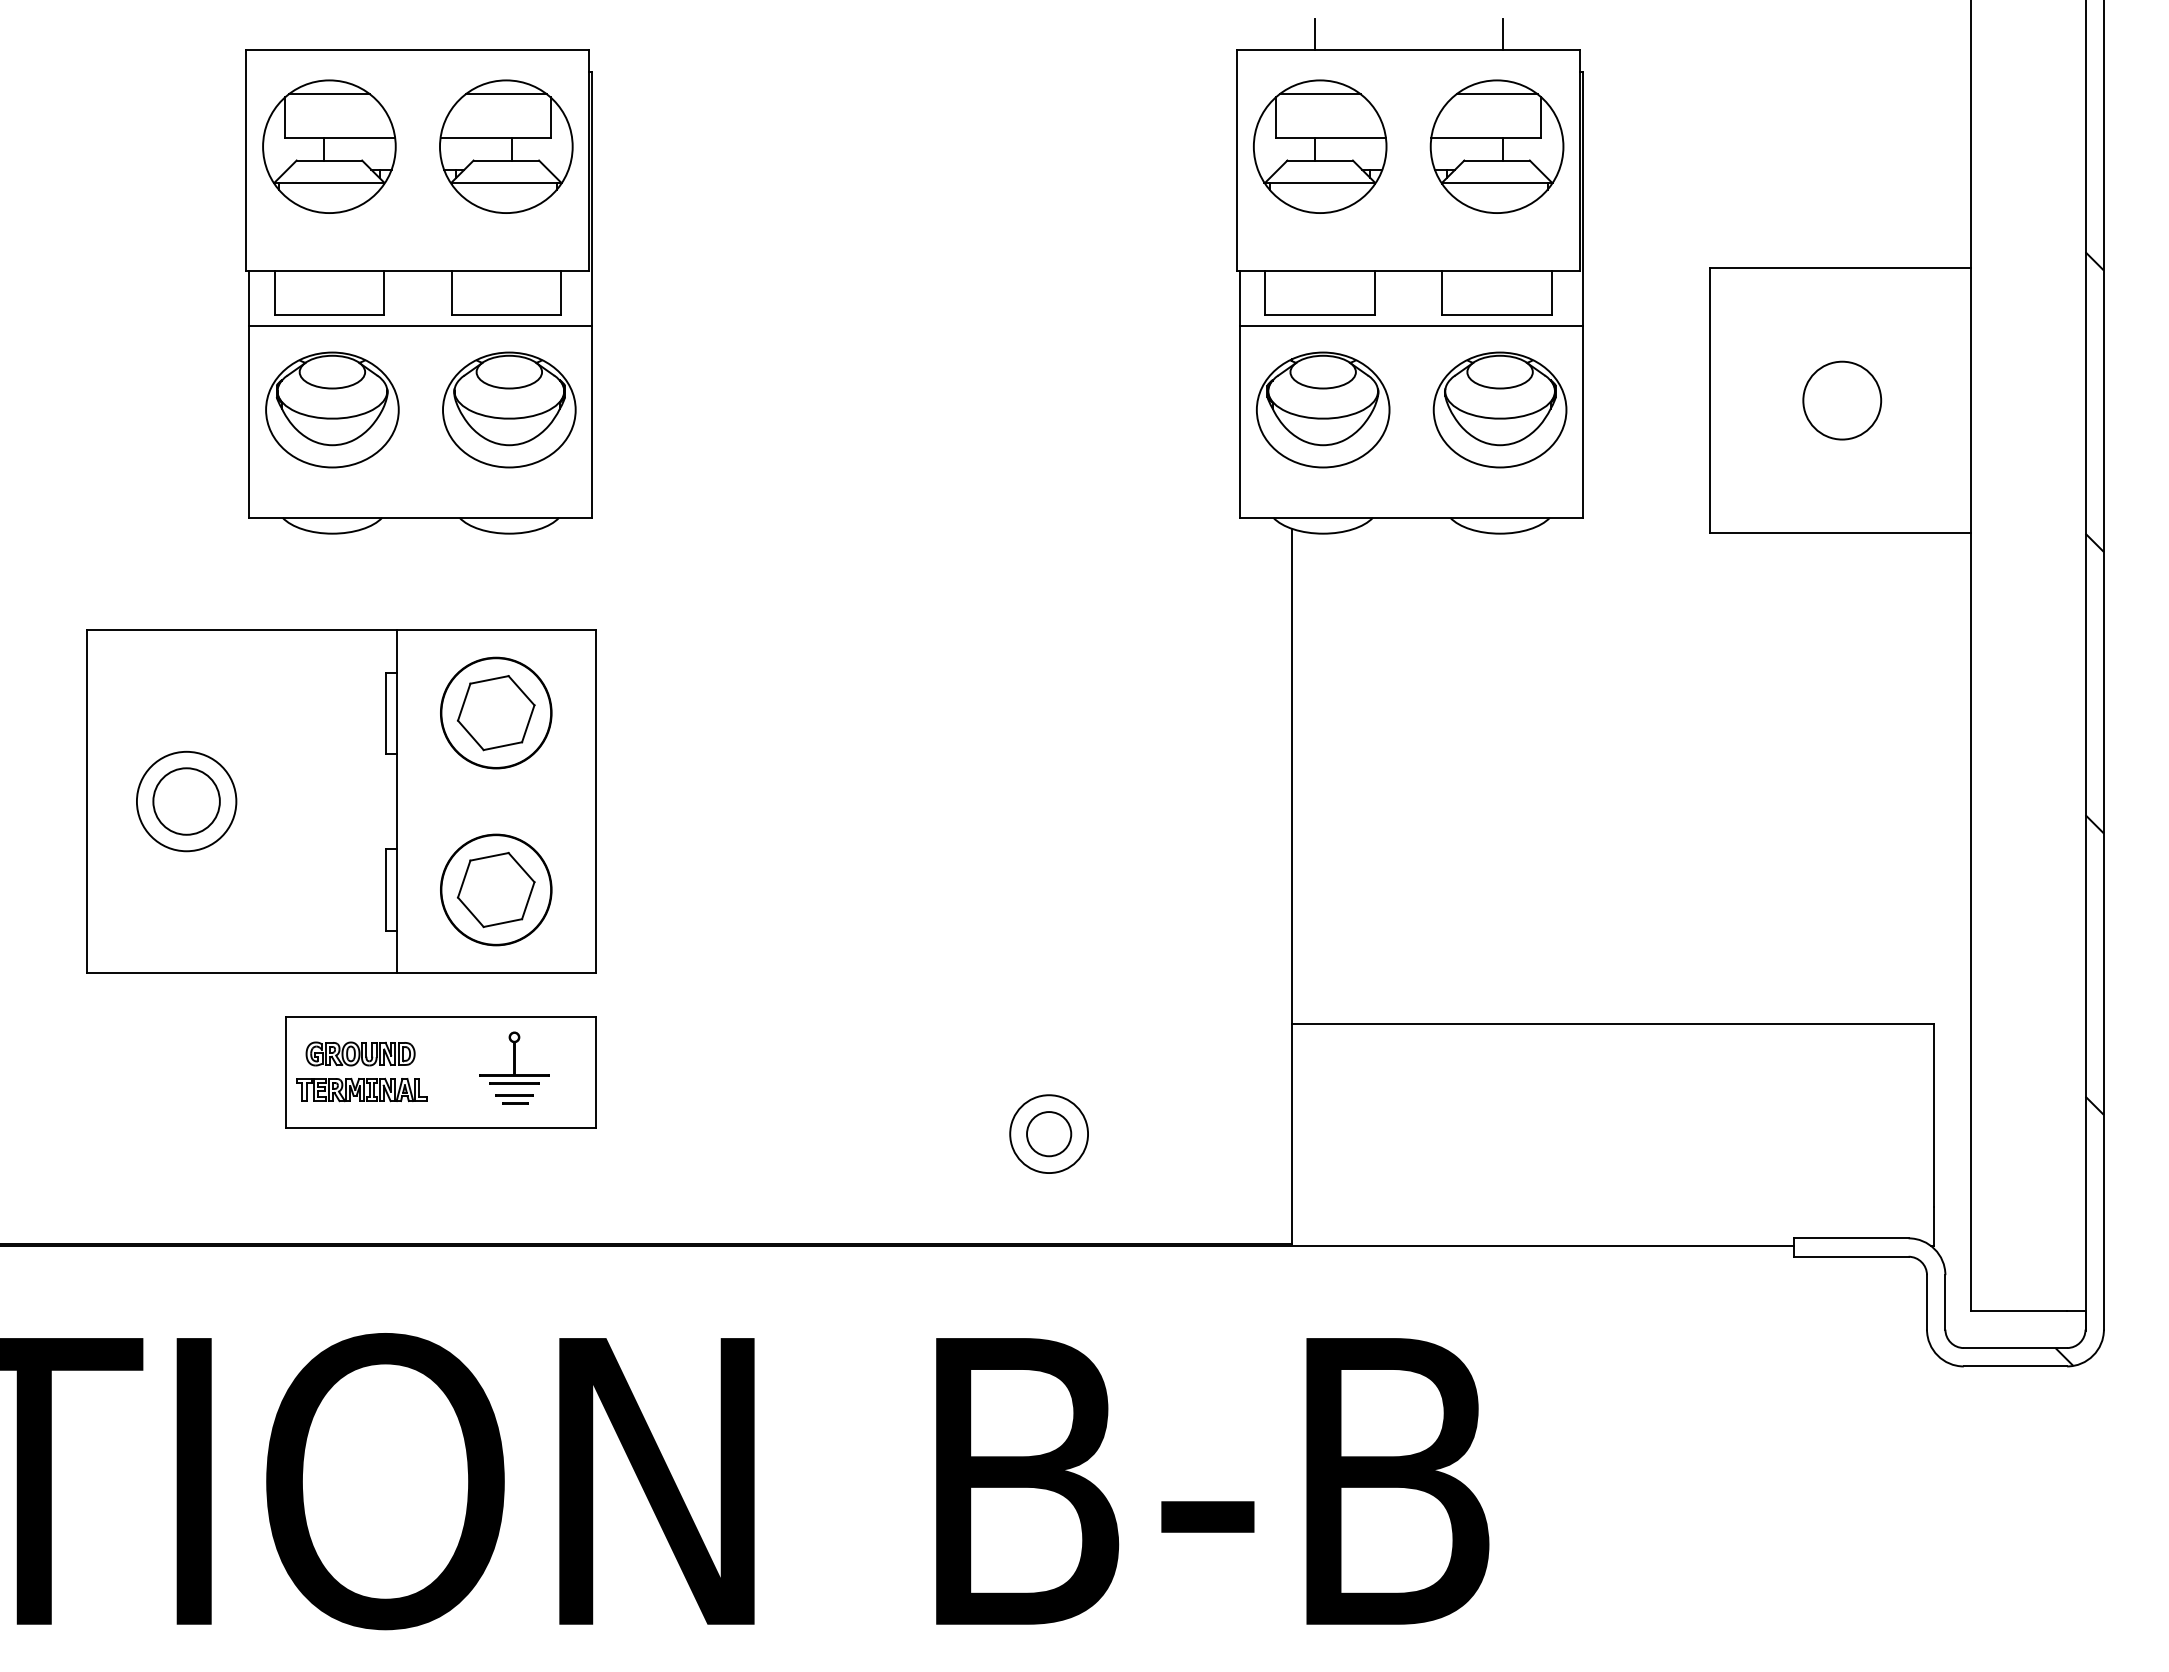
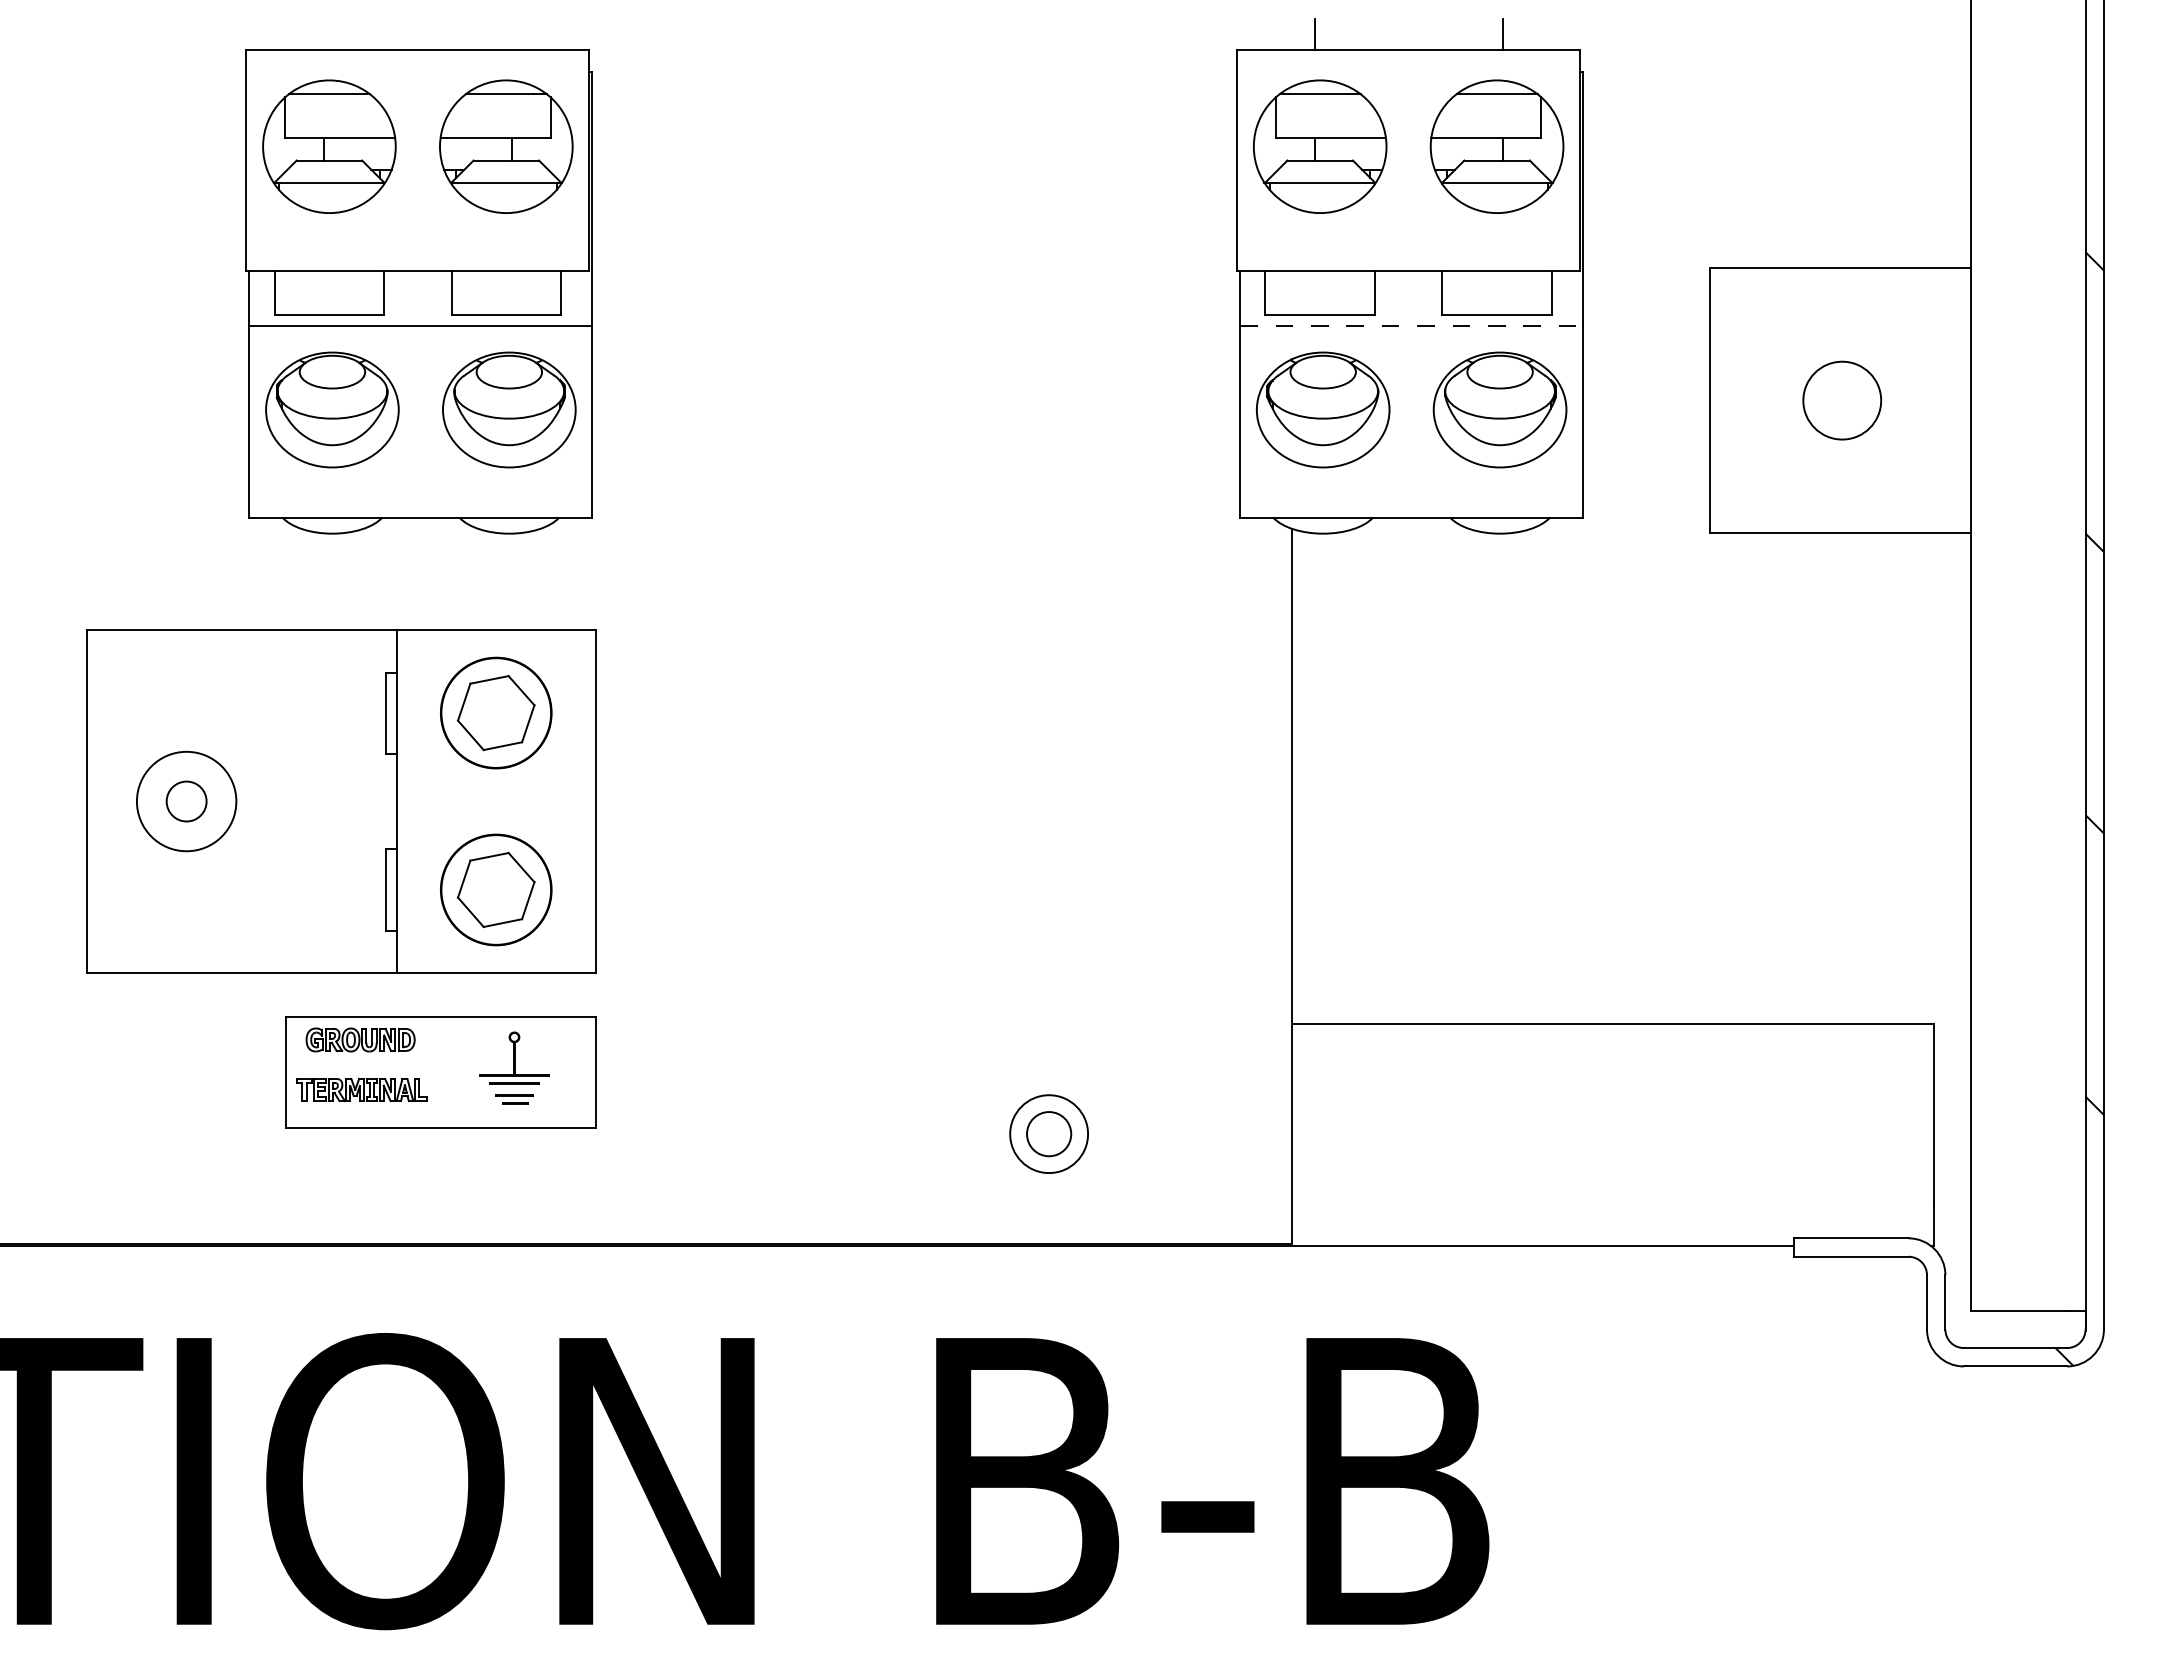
line at (1412, 326): solid -> dashed
circle at (186, 801) diameter: 67 px -> 40 px
part at (360, 1053) position: (360, 1053) -> (360, 1039)
